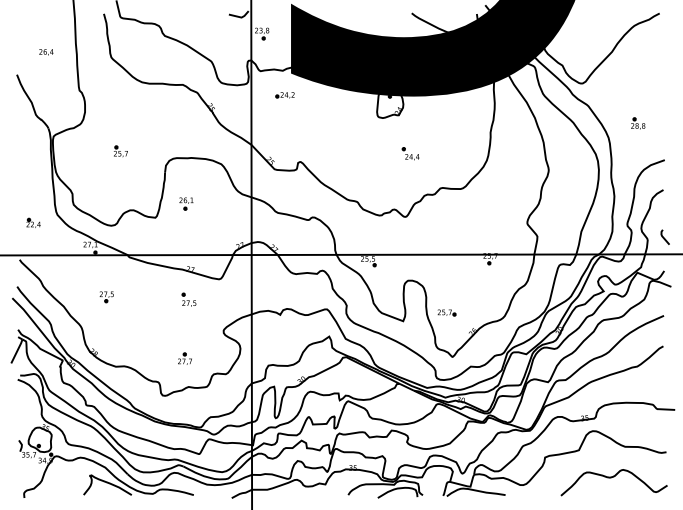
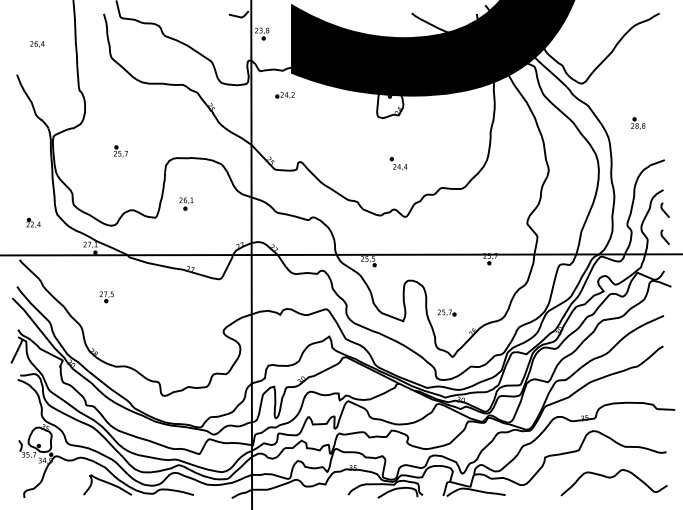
text at (46, 52) position: (46, 52) -> (37, 44)
part at (410, 153) position: (410, 153) -> (398, 163)
line at (663, 209): none -> present
part at (188, 299): present -> none
part at (184, 358): present -> none
